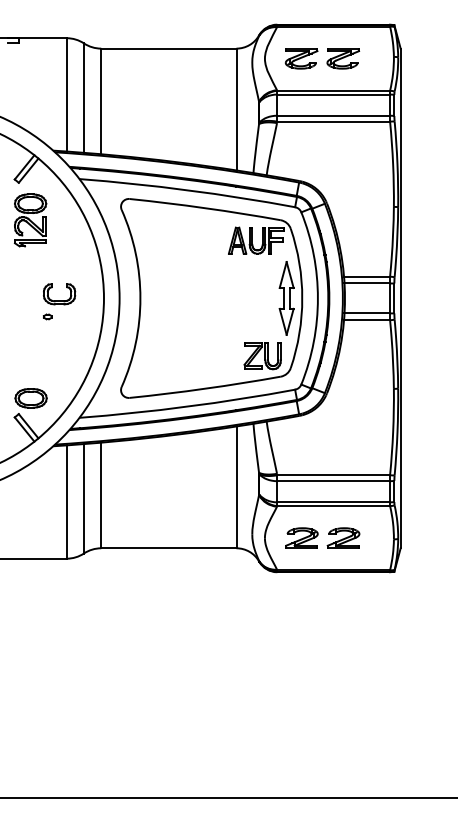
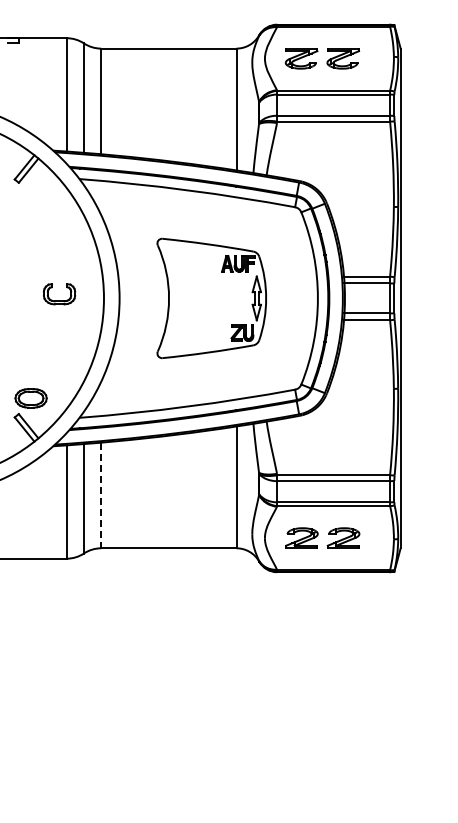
part at (30, 220): present -> none
part at (211, 298) size: 184x201 px -> 111x123 px
part at (47, 316): present -> none
line at (101, 495): solid -> dashed
line at (228, 798): present -> none
